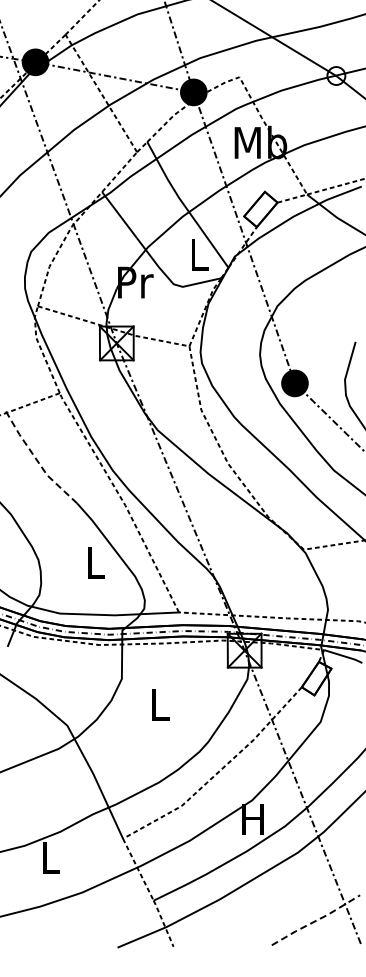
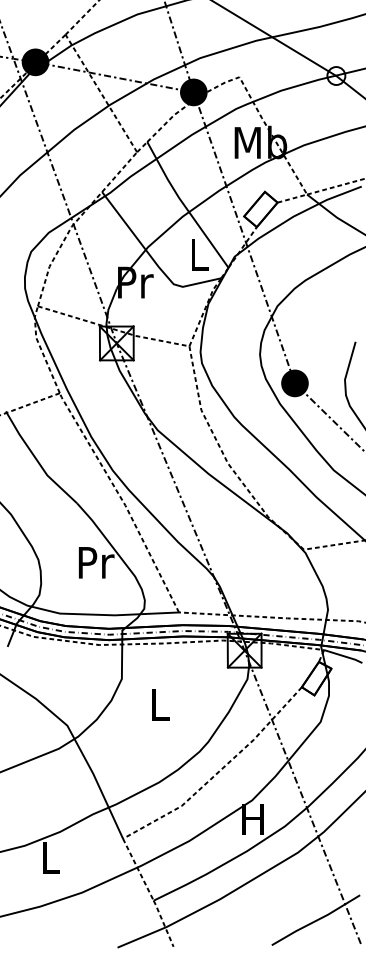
line at (37, 460): dashed -> solid
text at (96, 562): L -> Pr
line at (316, 920): dashed -> solid
